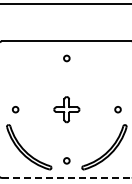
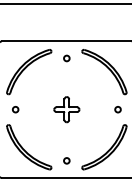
part at (29, 72): none -> present
part at (104, 72): none -> present
line at (66, 177): dashed -> solid
